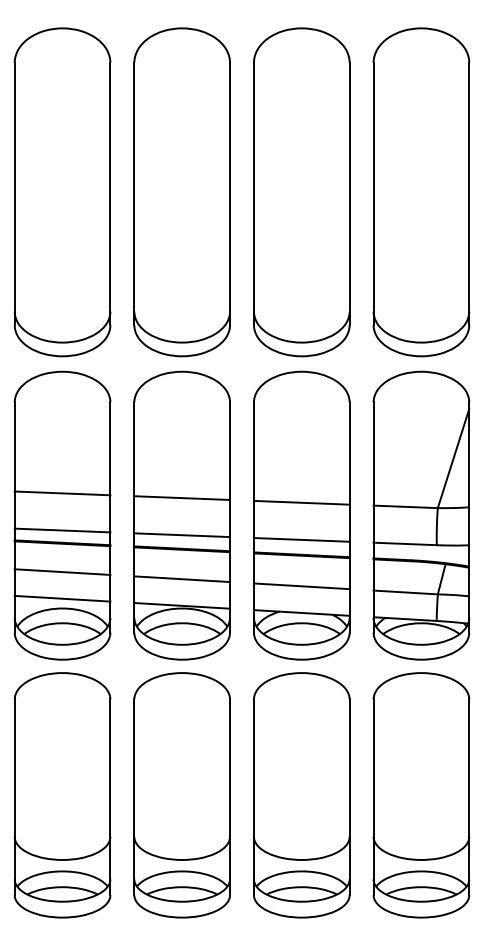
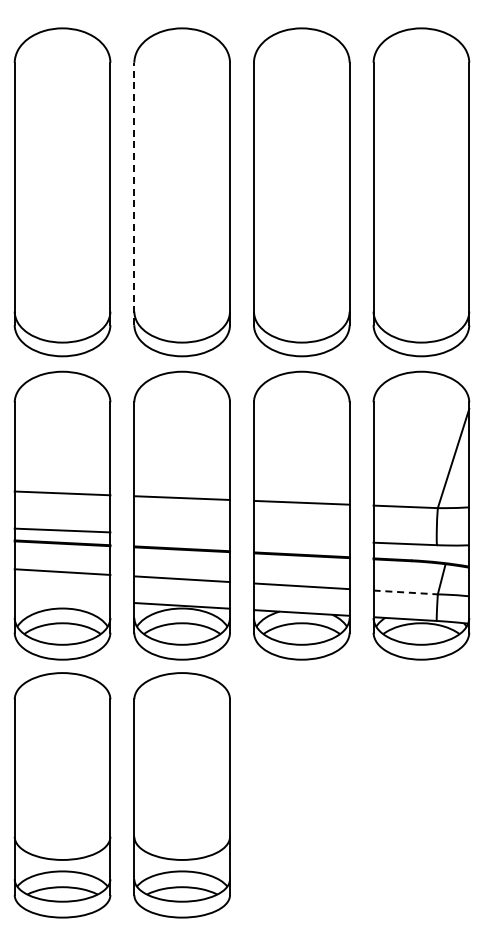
line at (134, 193): solid -> dashed
line at (182, 535): present -> none
line at (301, 539): present -> none
line at (406, 592): solid -> dashed
line at (62, 598): present -> none
part at (301, 795): present -> none
part at (421, 795): present -> none
